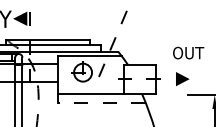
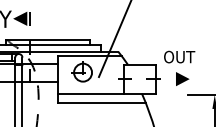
line at (115, 38): dashed -> solid
text at (188, 52) position: (188, 52) -> (179, 56)
line at (101, 103): dashed -> solid
